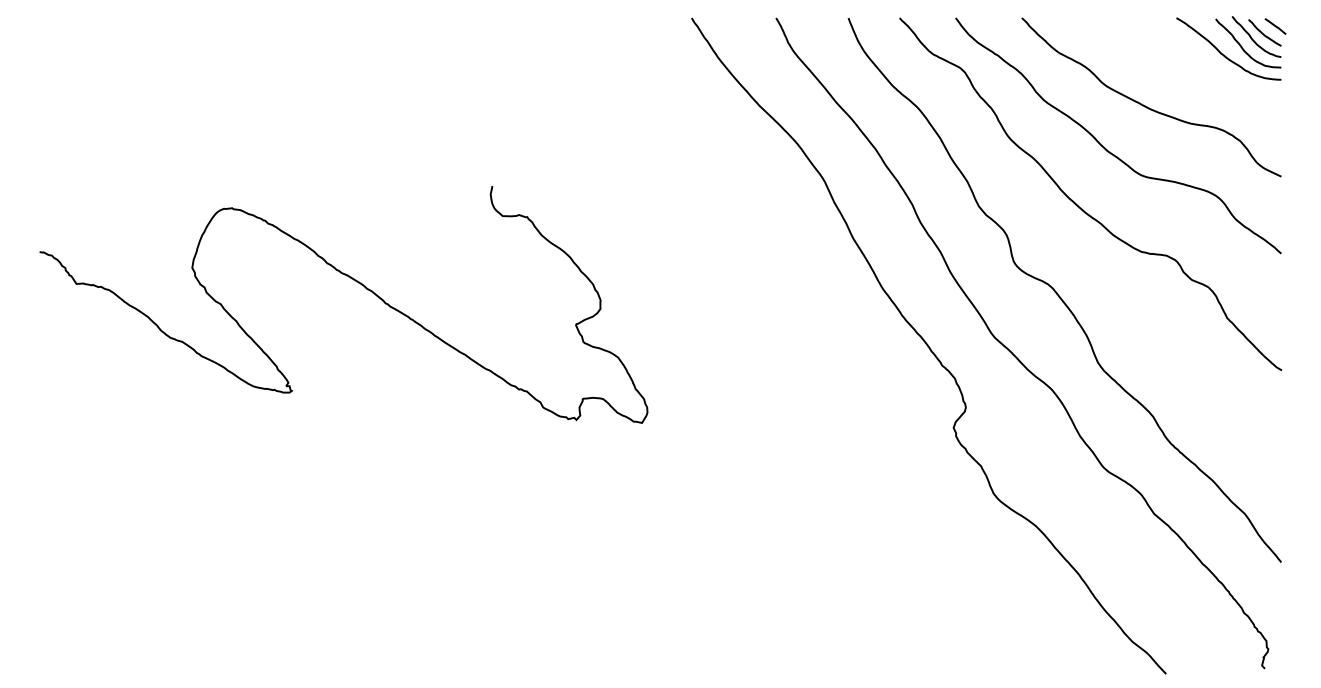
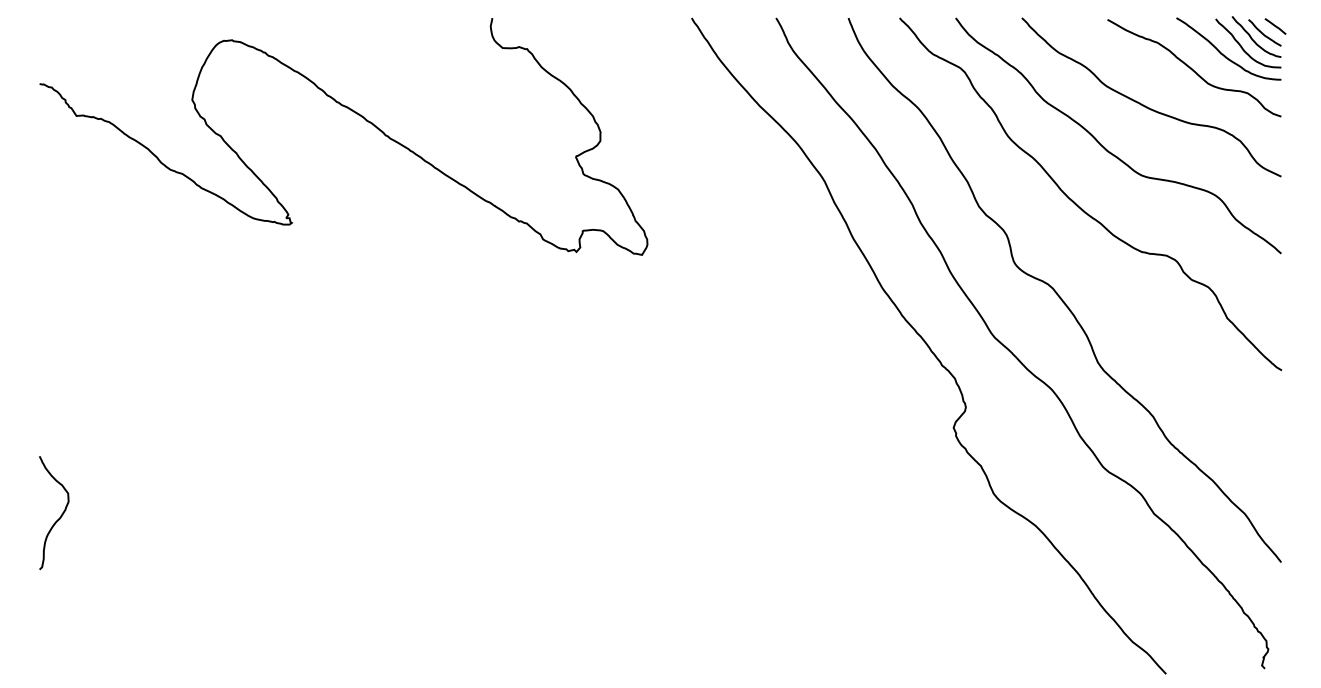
curve at (1193, 69): none -> present
curve at (356, 282) position: (356, 282) -> (356, 114)
curve at (60, 515): none -> present
